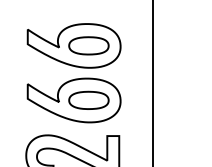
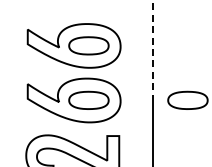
line at (152, 51): solid -> dashed
part at (187, 99): none -> present
